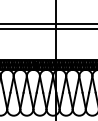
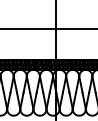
line at (48, 24): present -> none
